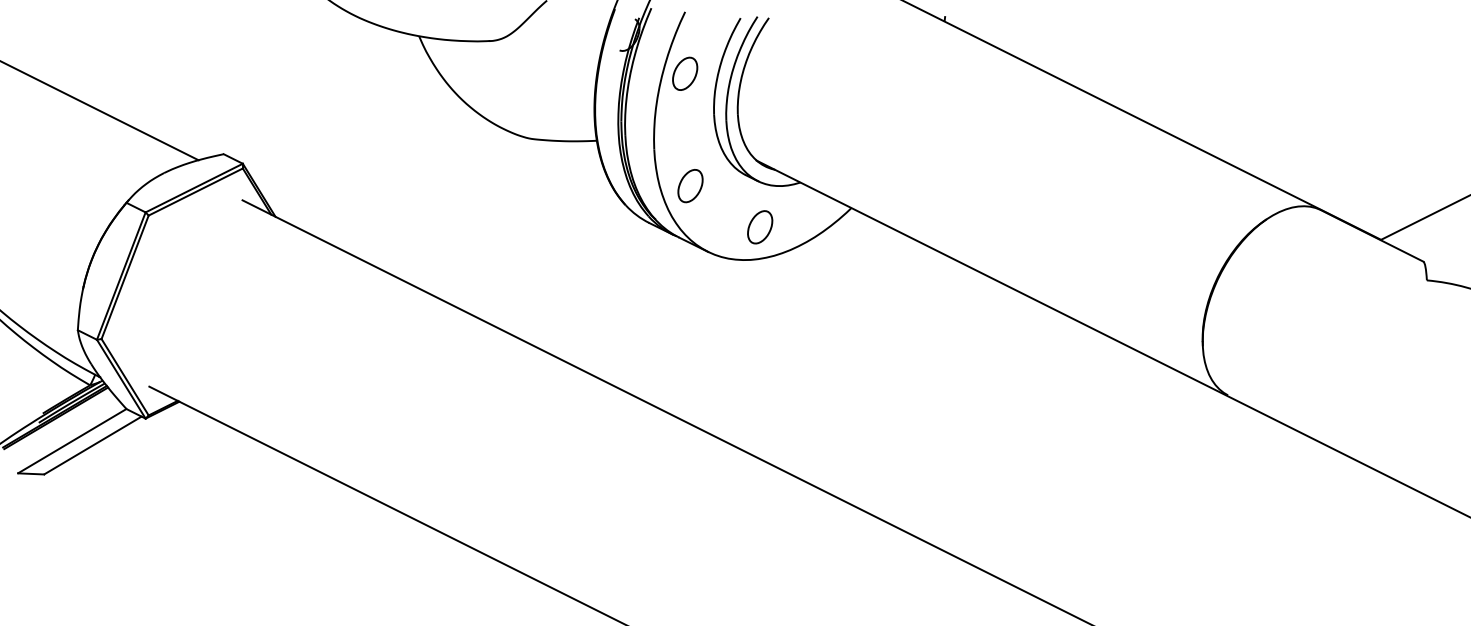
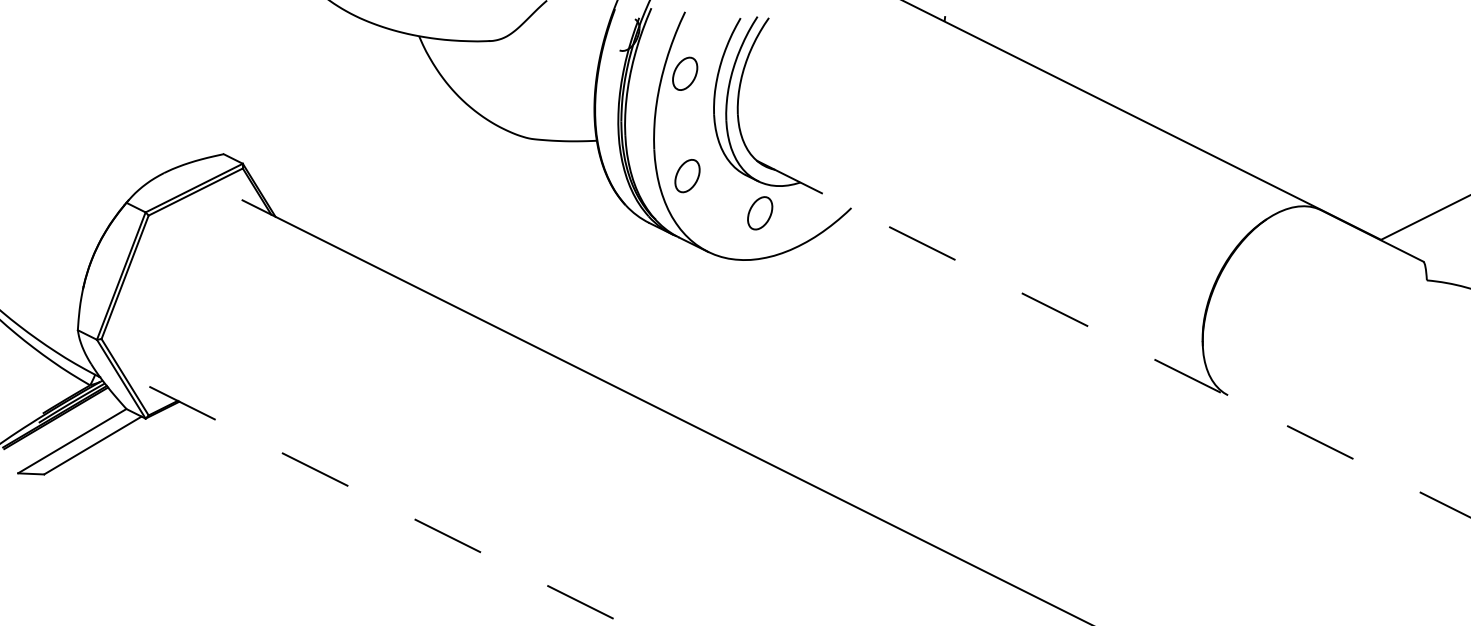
line at (100, 111): present -> none
part at (690, 186) position: (690, 186) -> (687, 176)
part at (760, 227) position: (760, 227) -> (760, 213)
line at (1114, 339): solid -> dashed
line at (389, 506): solid -> dashed
